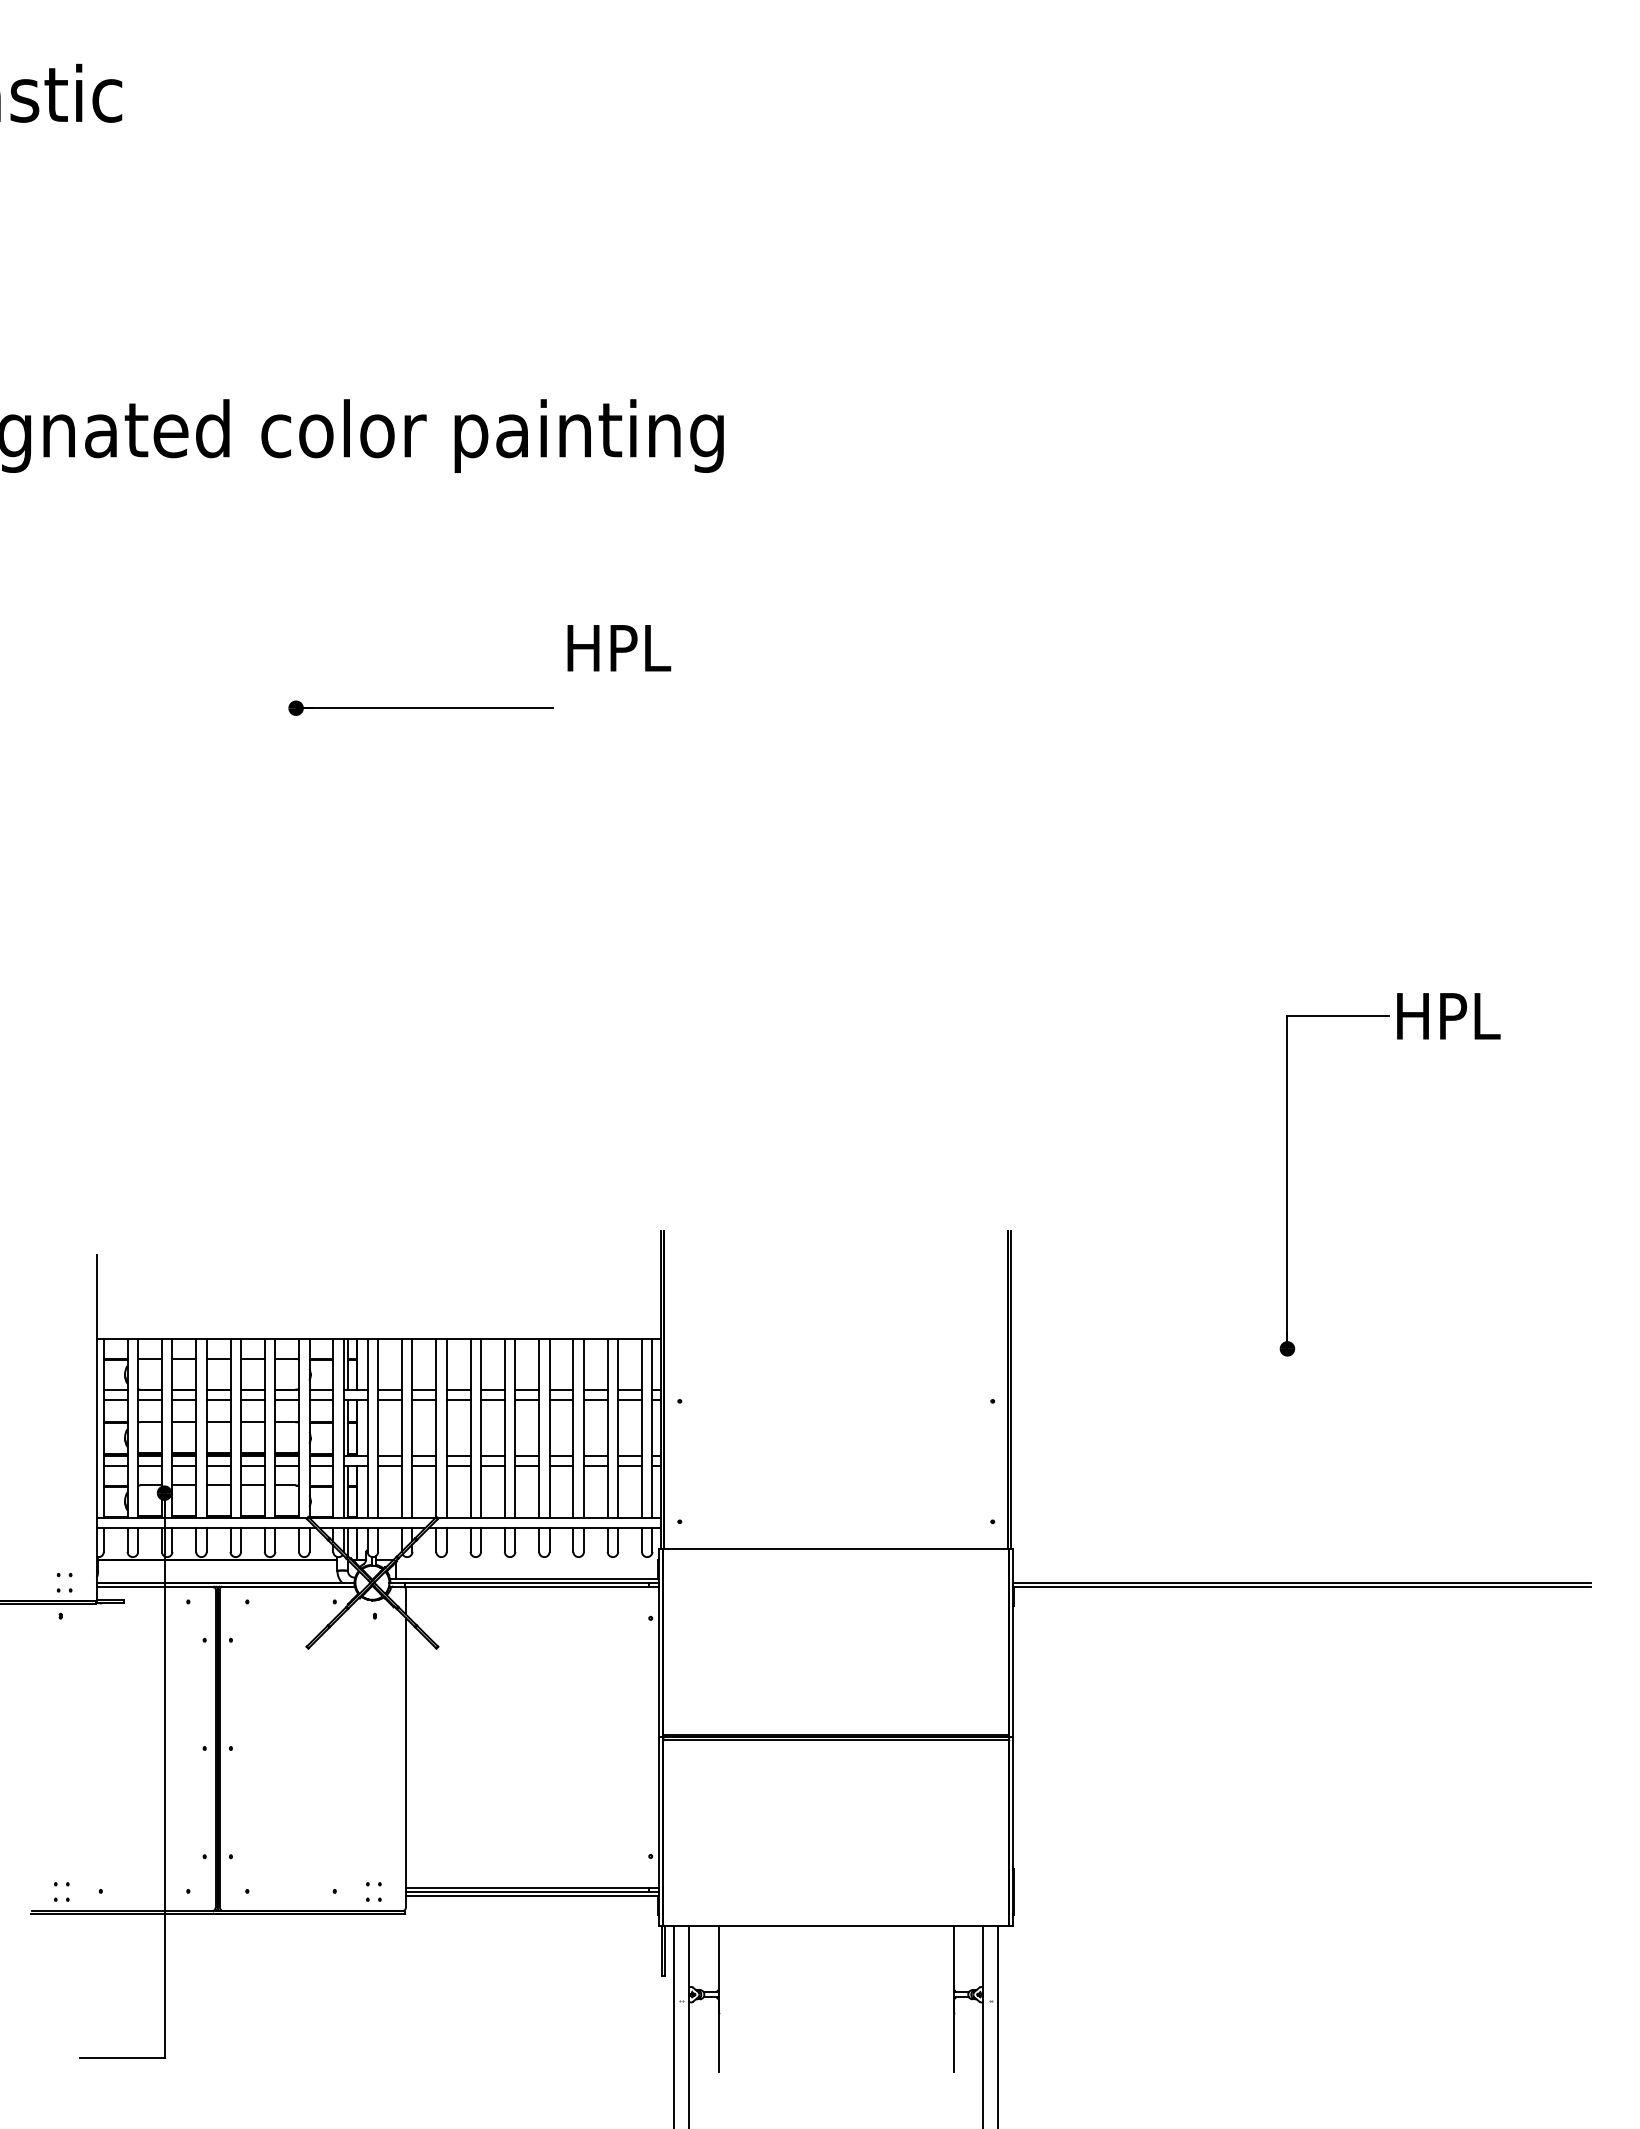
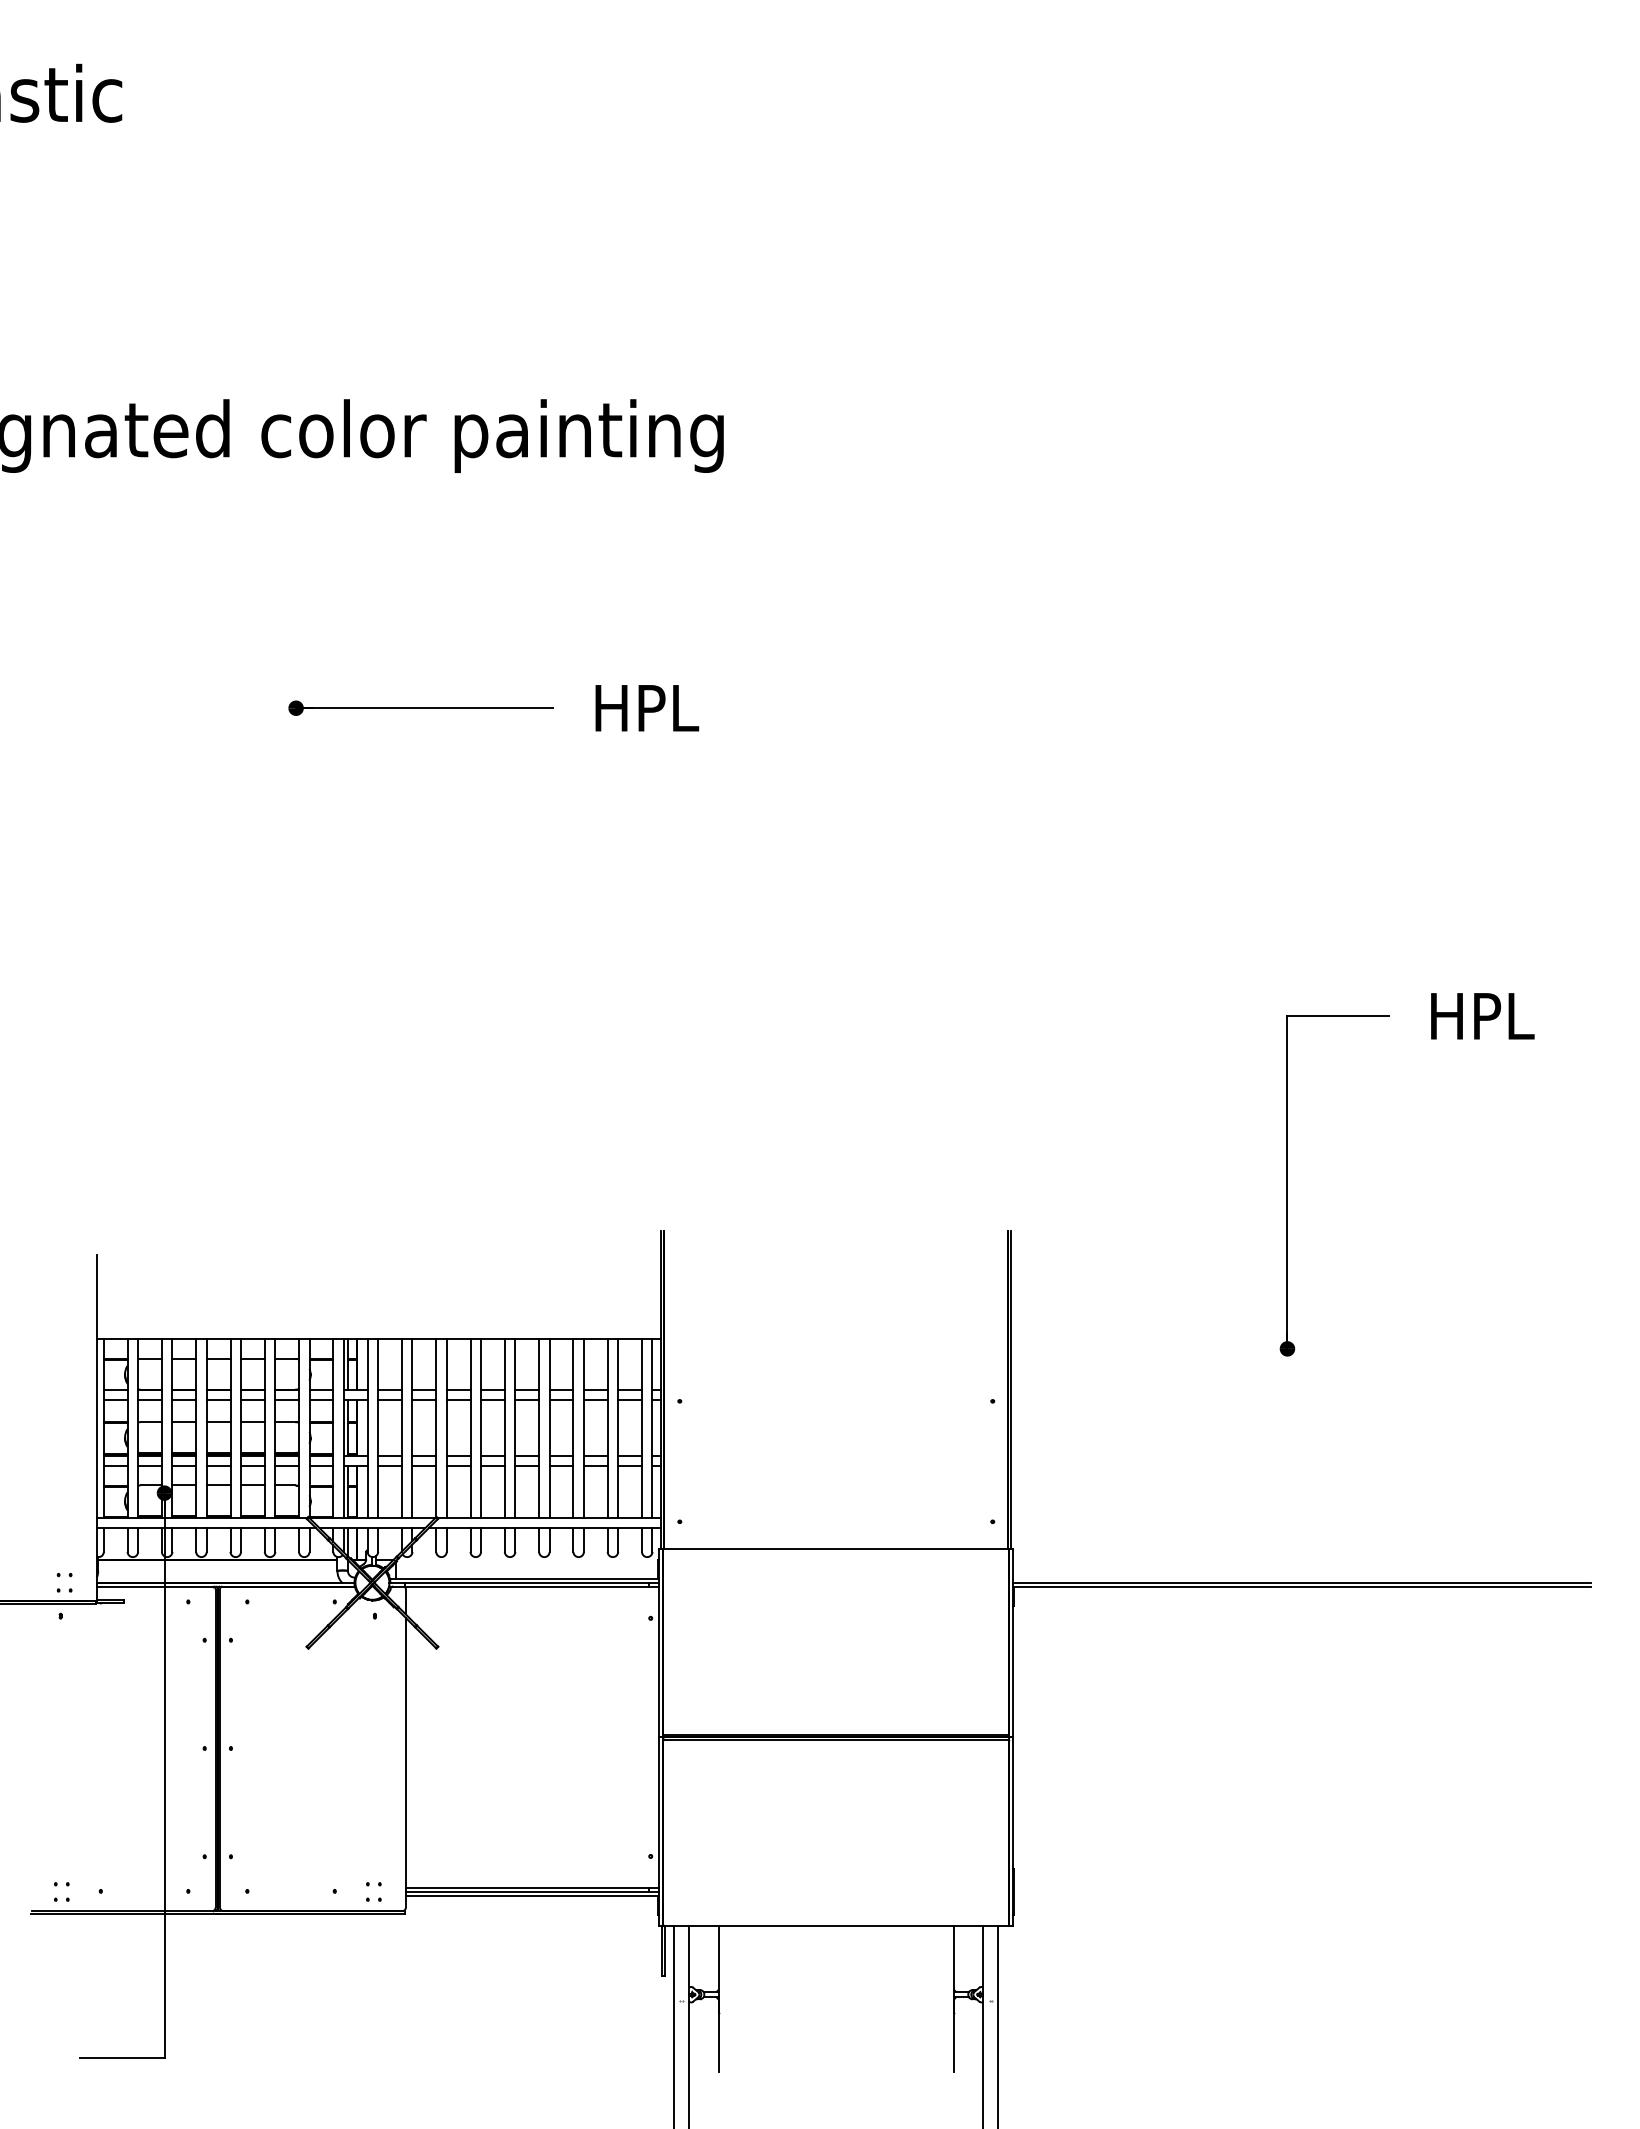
text at (619, 648) position: (619, 648) -> (647, 708)
text at (1448, 1016) position: (1448, 1016) -> (1482, 1016)
